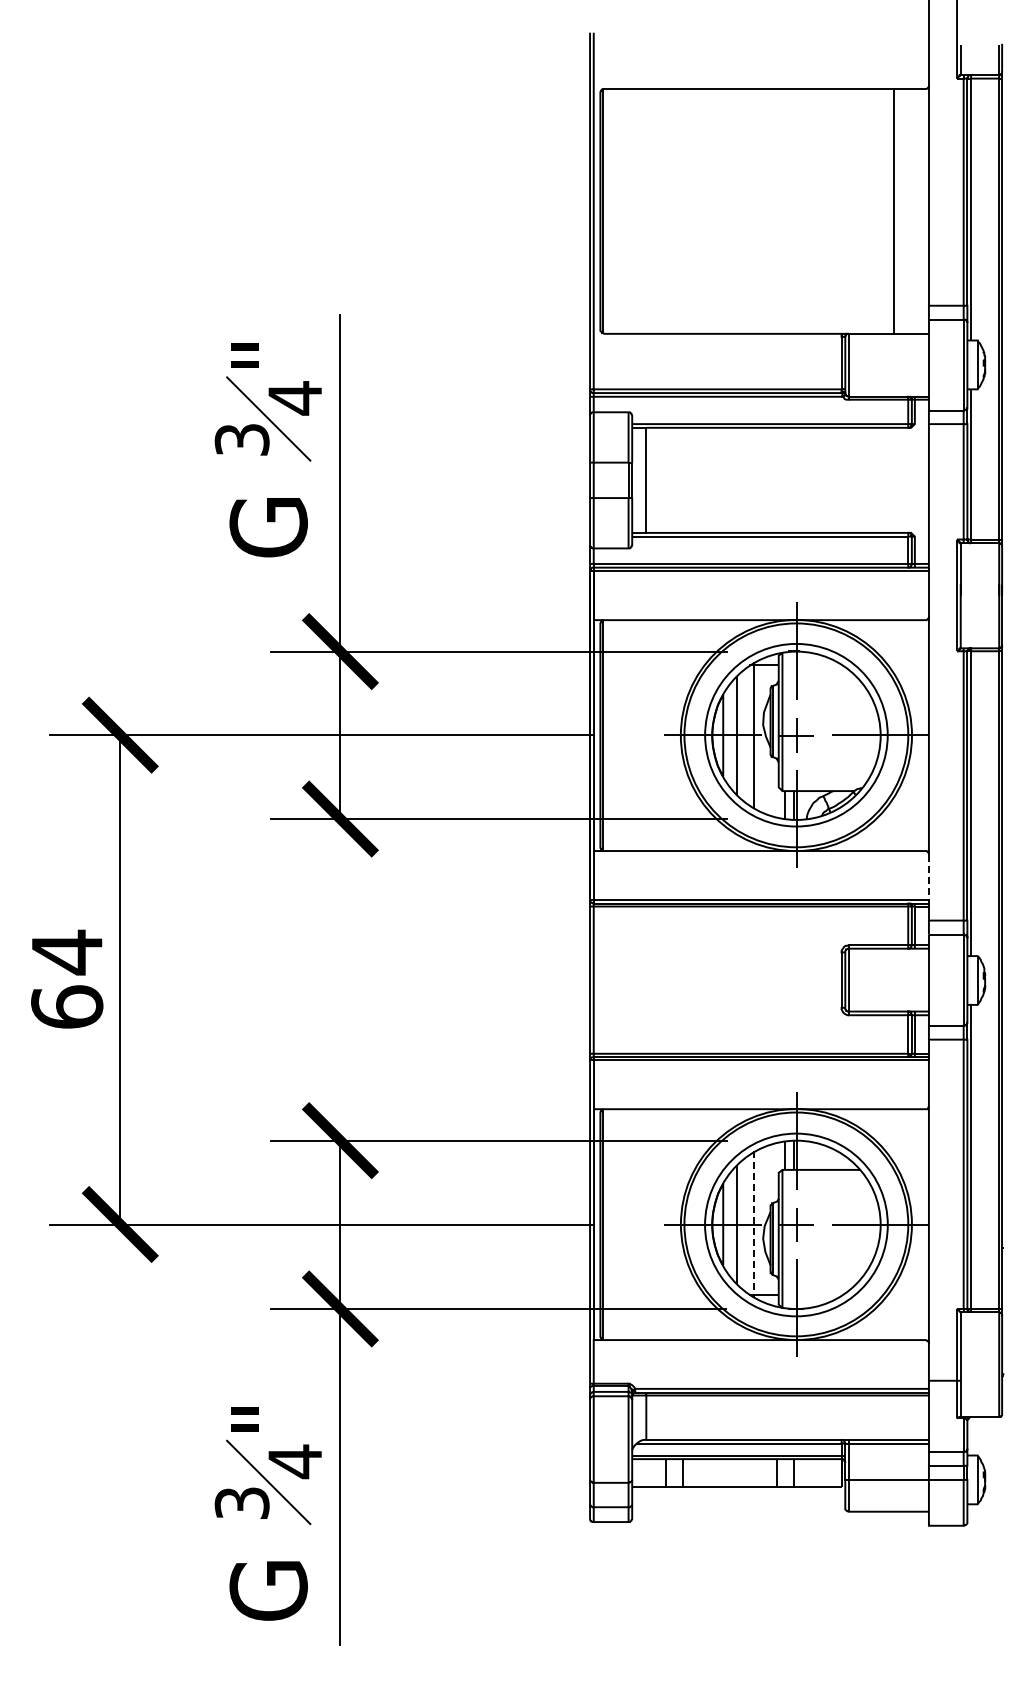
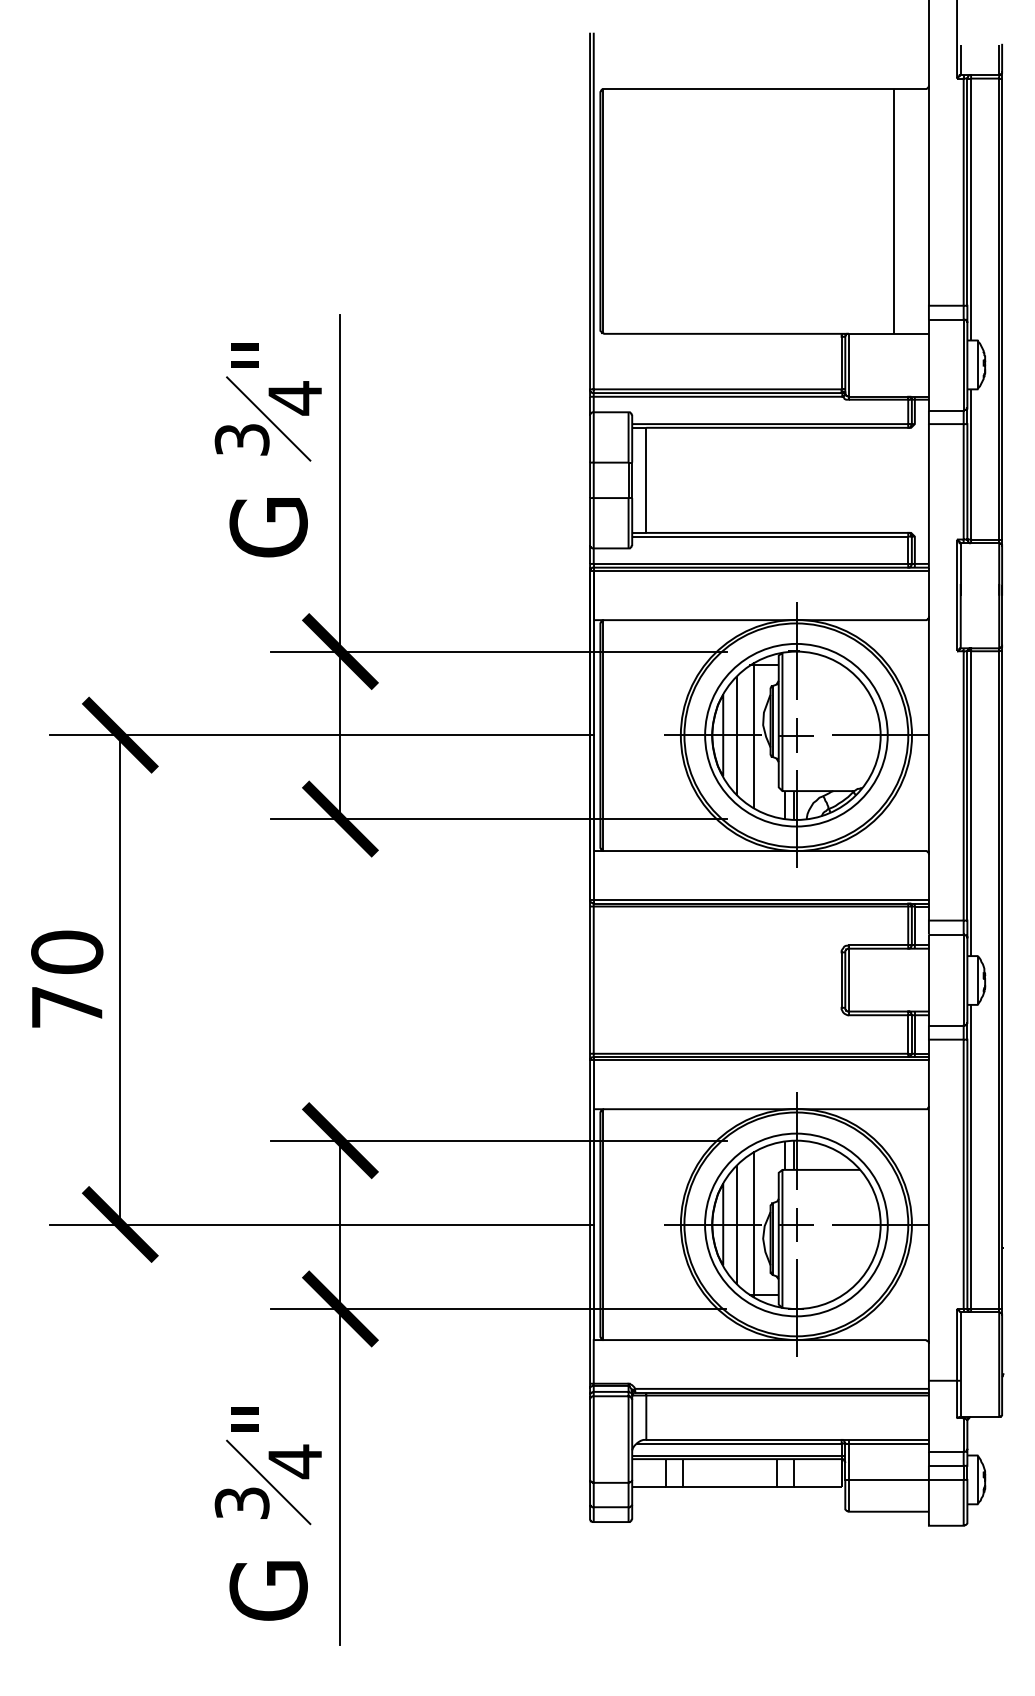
line at (928, 877): dashed -> solid
text at (67, 978): 64 -> 70
line at (754, 1227): dashed -> solid
